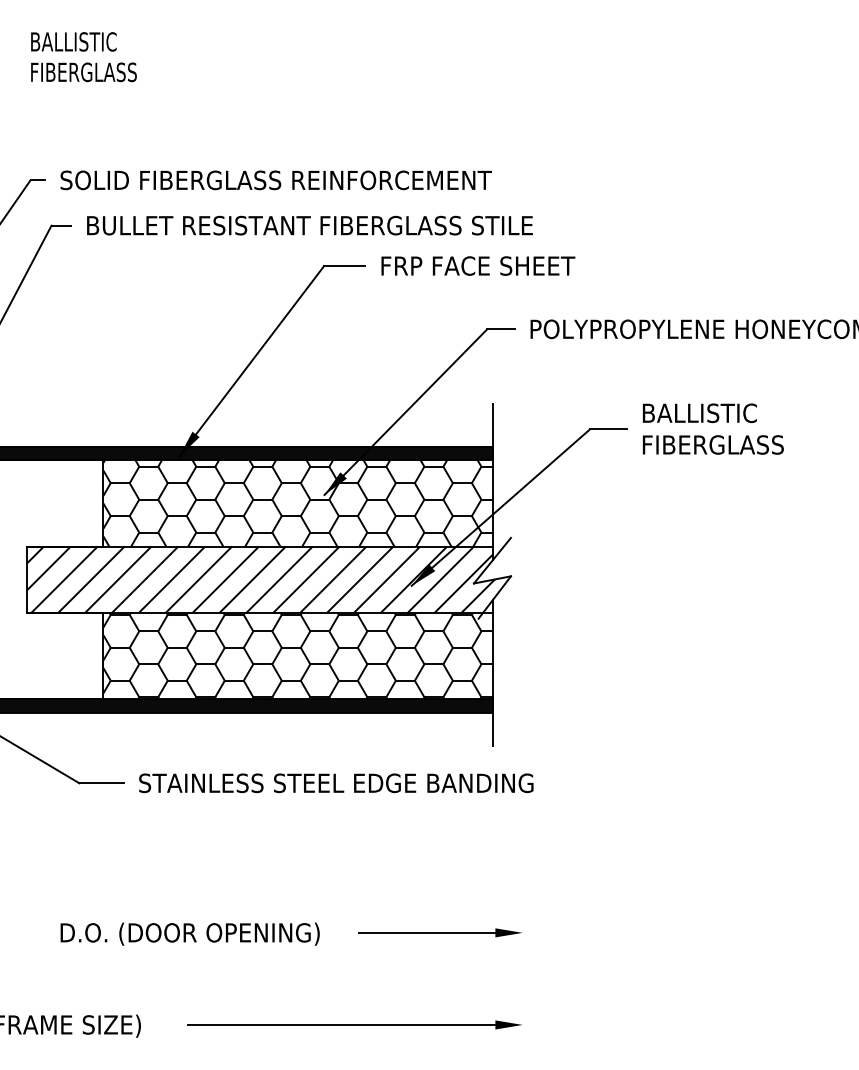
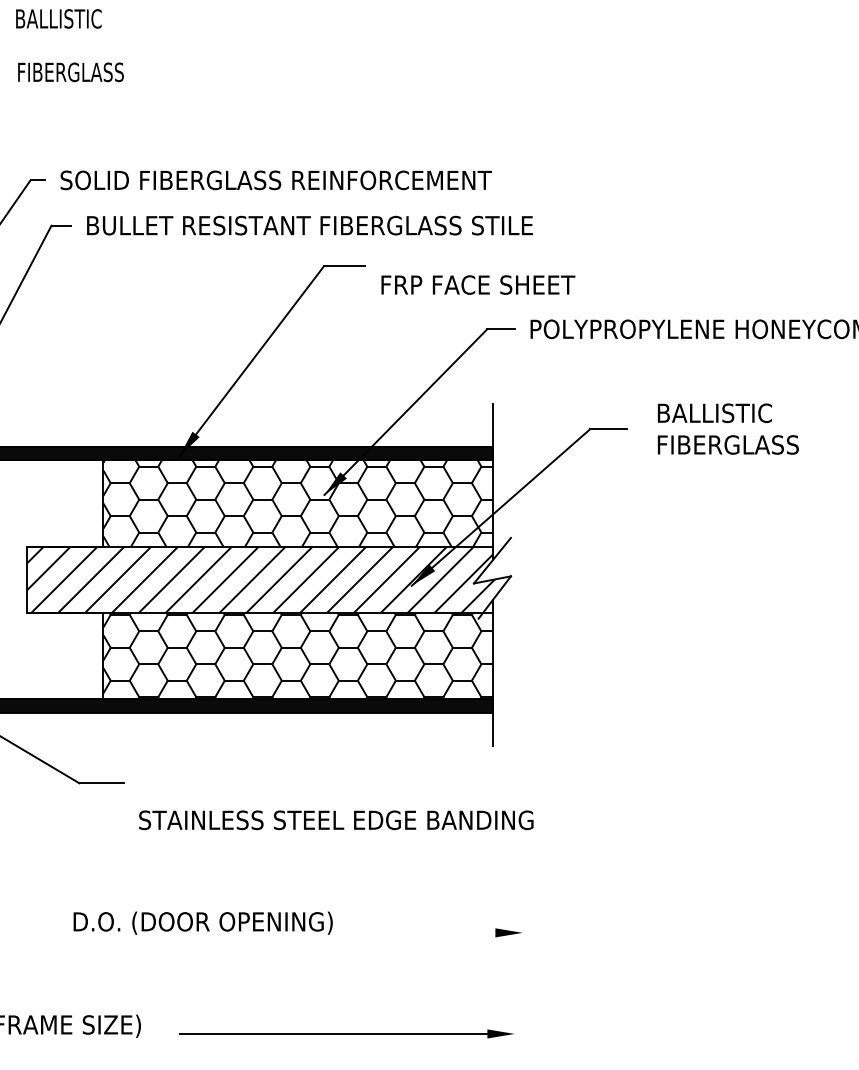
text at (73, 41) position: (73, 41) -> (58, 18)
text at (83, 72) position: (83, 72) -> (70, 72)
text at (478, 265) position: (478, 265) -> (478, 284)
text at (713, 428) position: (713, 428) -> (728, 428)
text at (336, 783) position: (336, 783) -> (336, 820)
line at (427, 932): present -> none
text at (189, 933) position: (189, 933) -> (202, 922)
part at (354, 1024) position: (354, 1024) -> (346, 1033)
